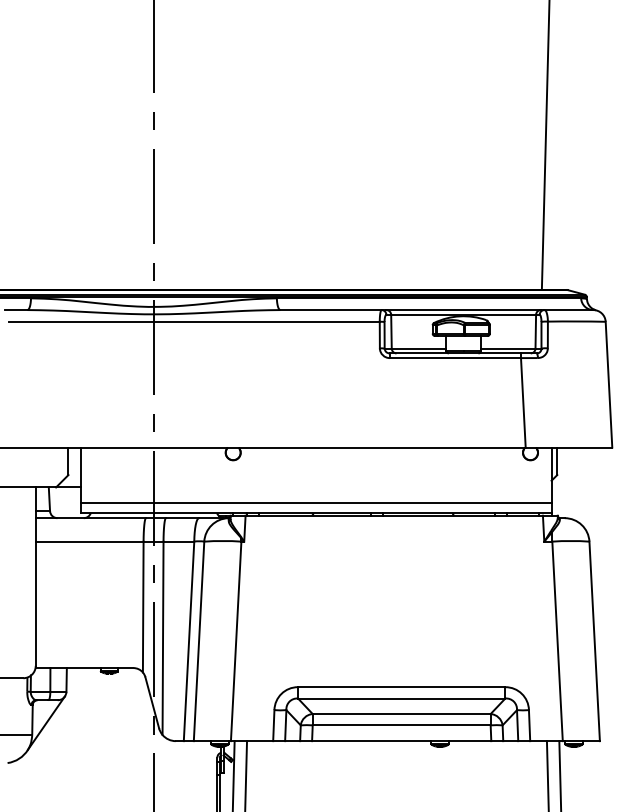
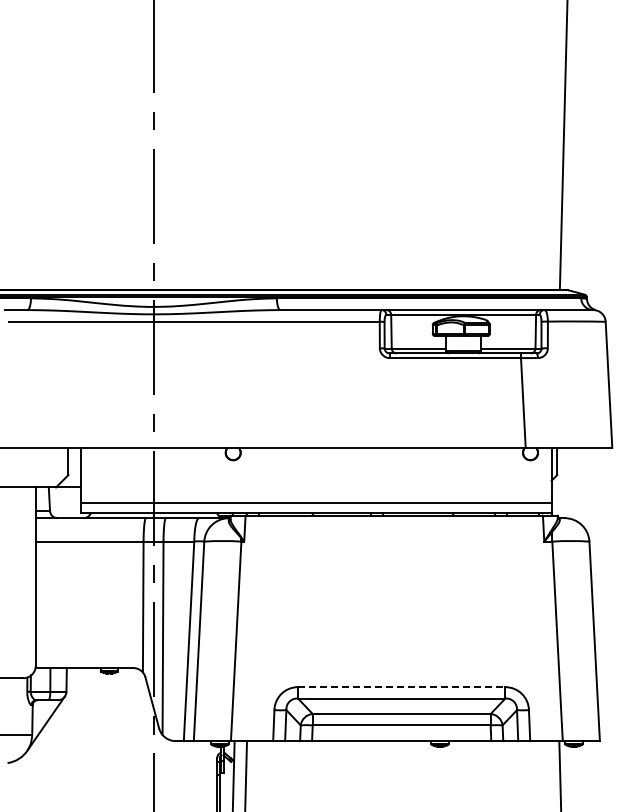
line at (545, 145) position: (545, 145) -> (563, 145)
line at (401, 687): solid -> dashed
line at (547, 774): present -> none
